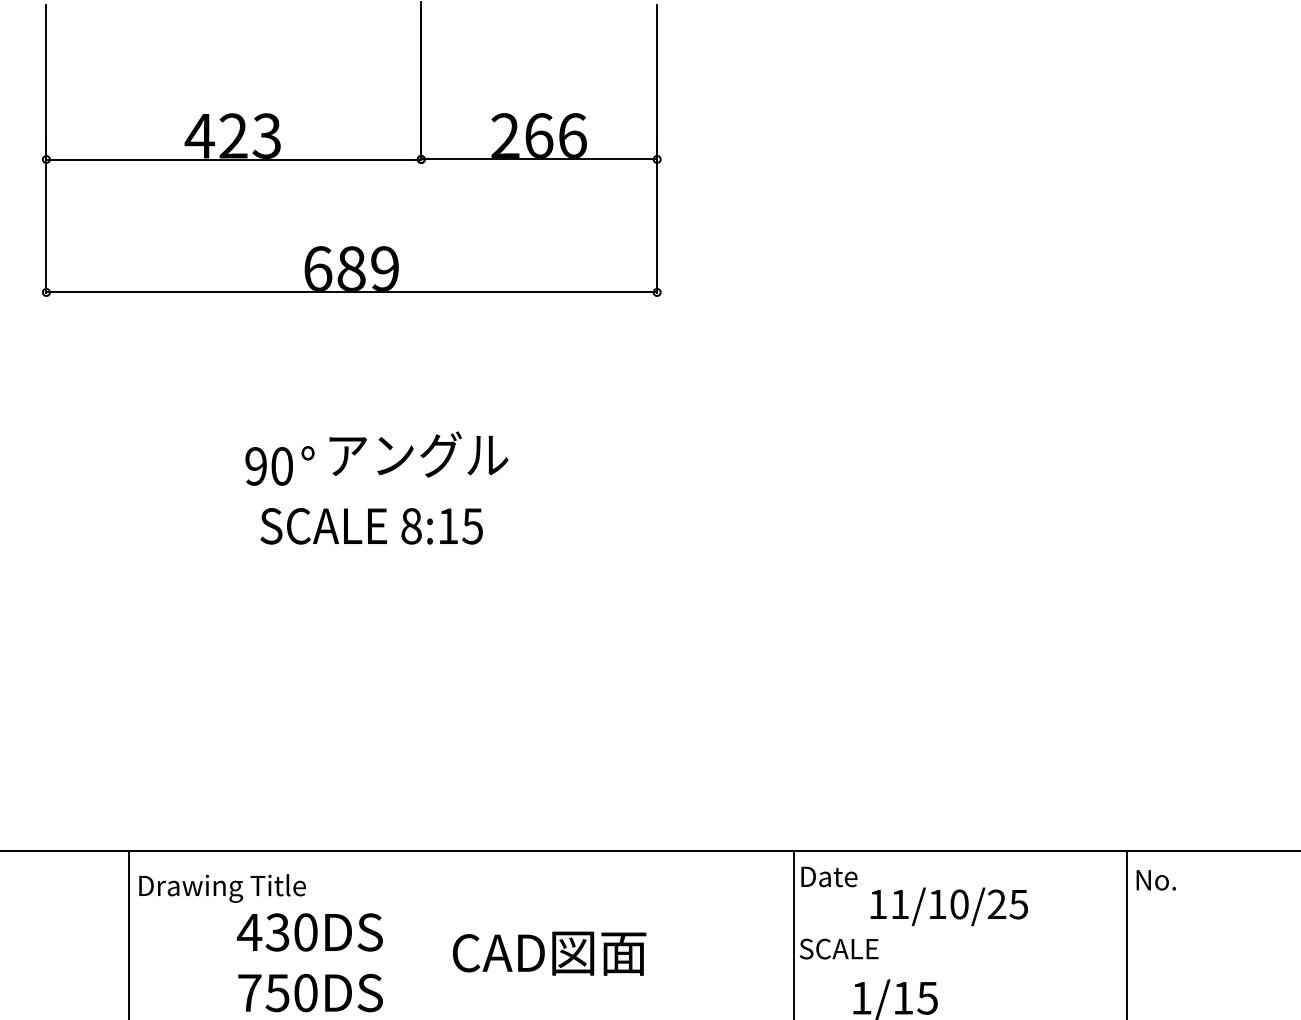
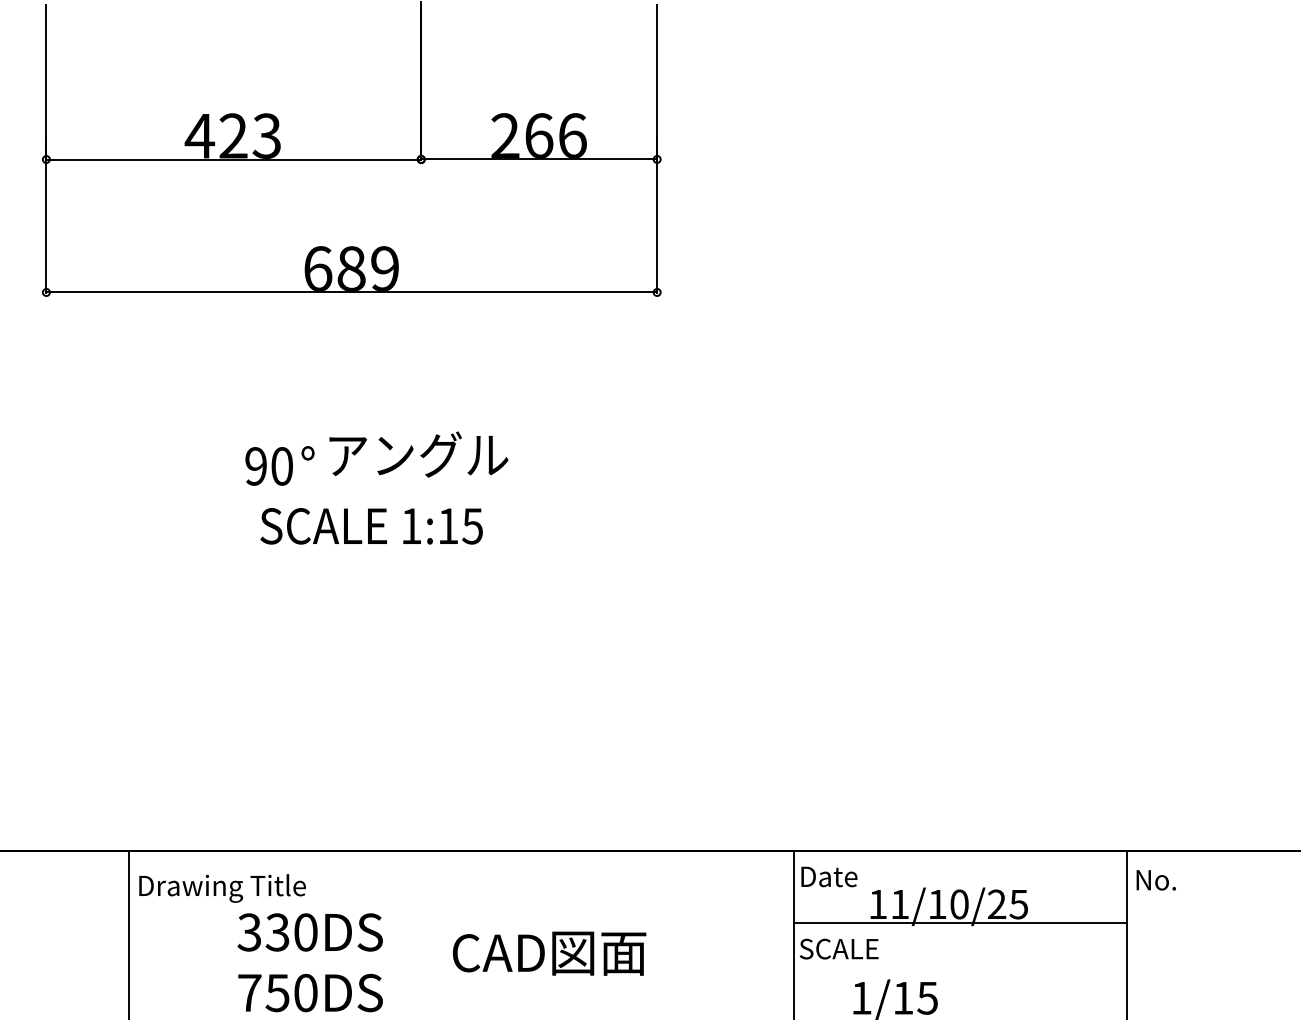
text at (411, 526): 8:15 -> 1:15
line at (960, 923): none -> present
text at (249, 932): 430DS -> 330DS
